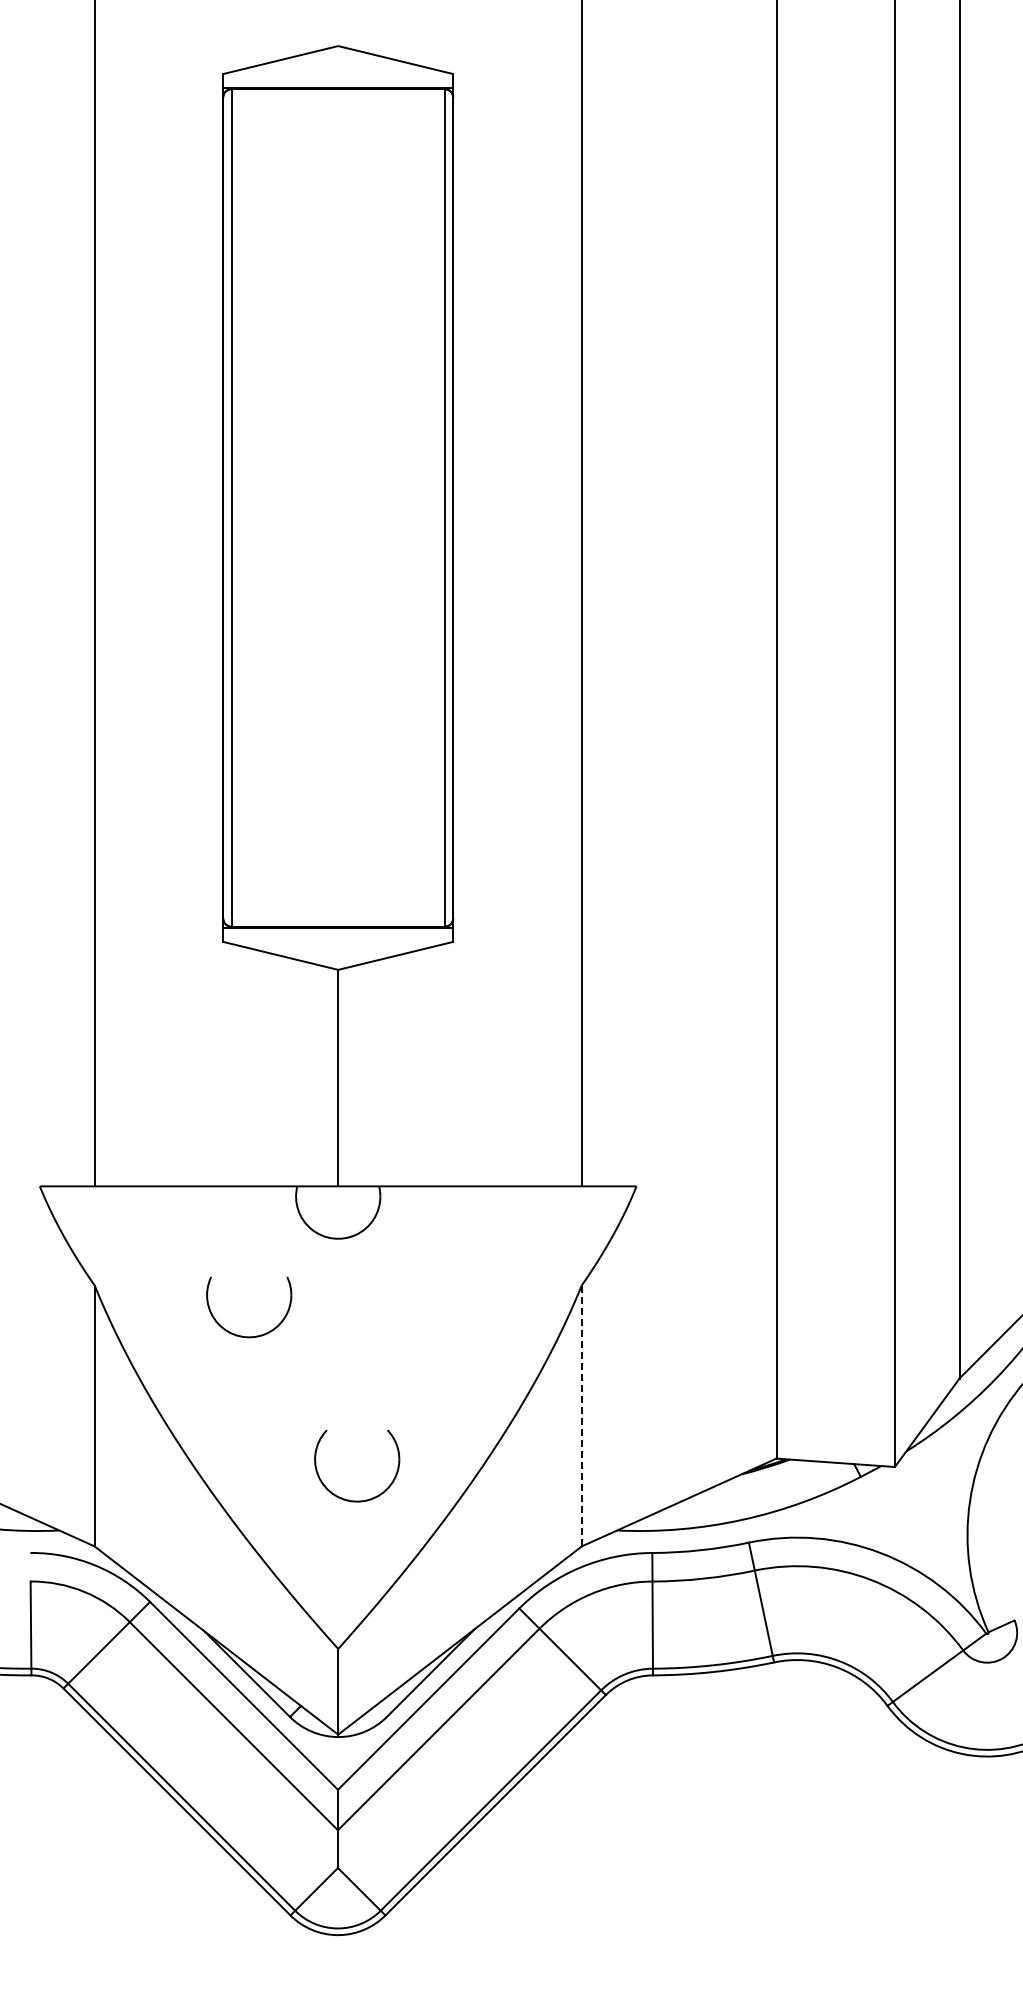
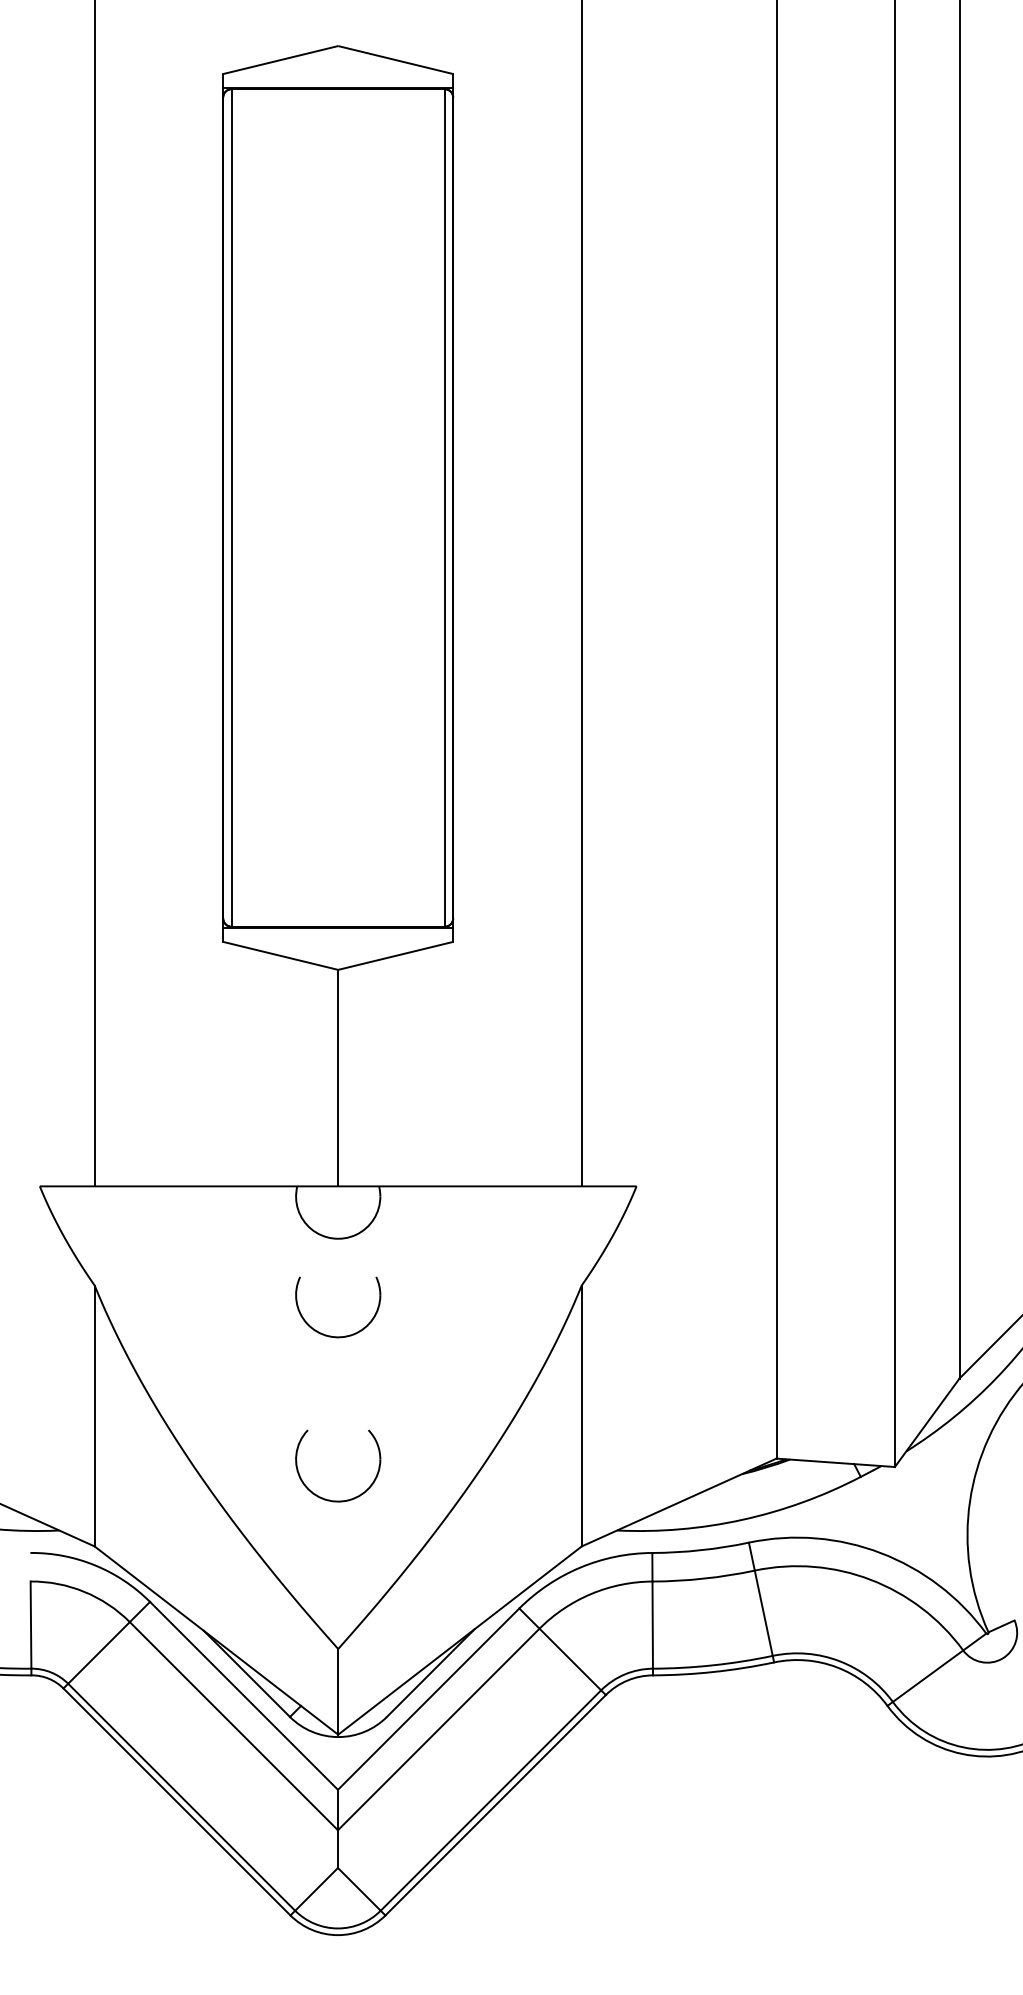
part at (242, 1335) position: (242, 1335) -> (331, 1335)
line at (581, 1415): dashed -> solid
part at (365, 1499) position: (365, 1499) -> (346, 1499)
